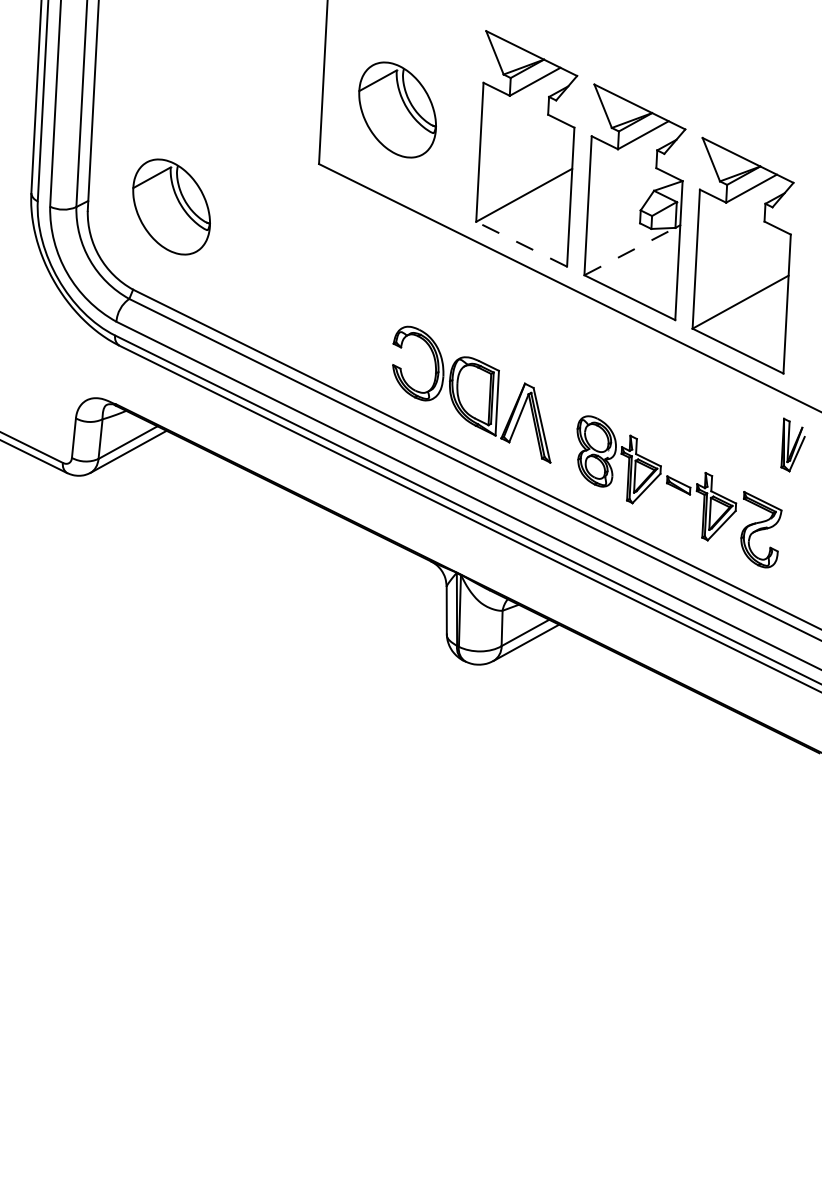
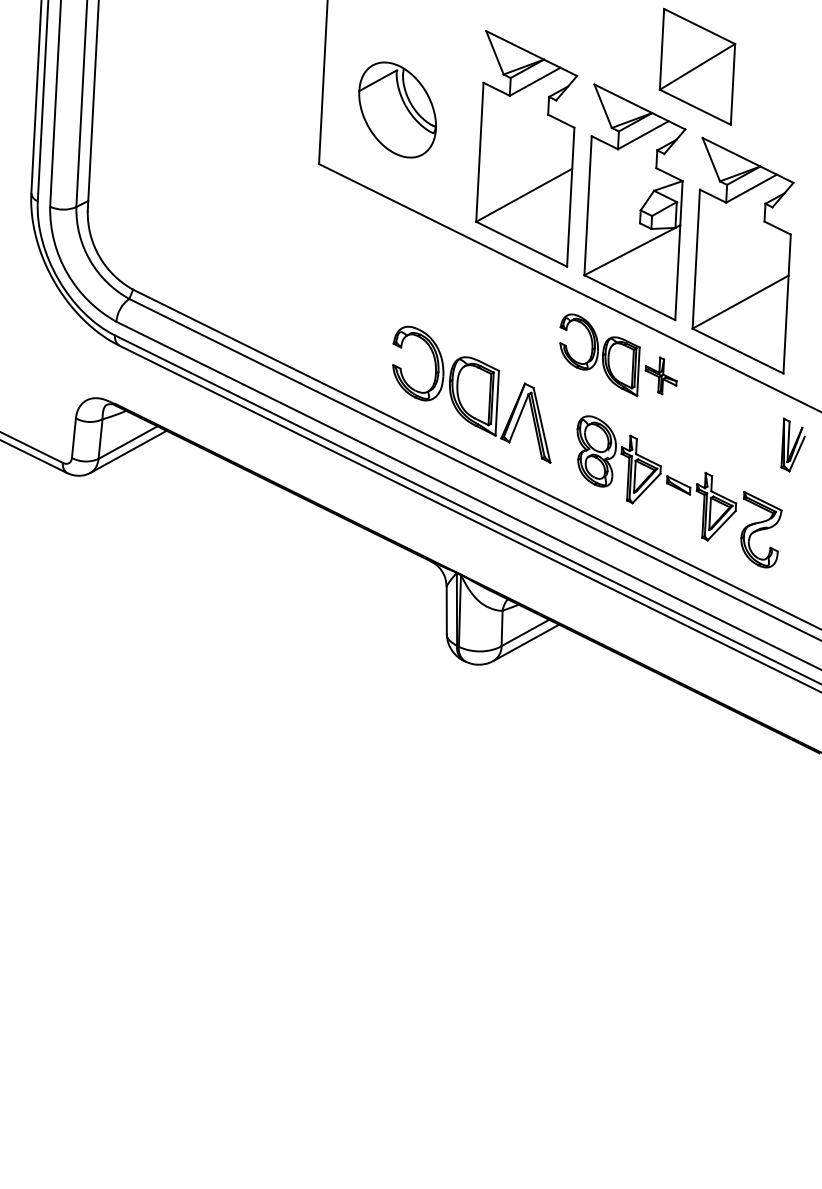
part at (697, 66): none -> present
part at (171, 206): present -> none
line at (521, 244): dashed -> solid
line at (630, 251): dashed -> solid
part at (618, 355): none -> present
